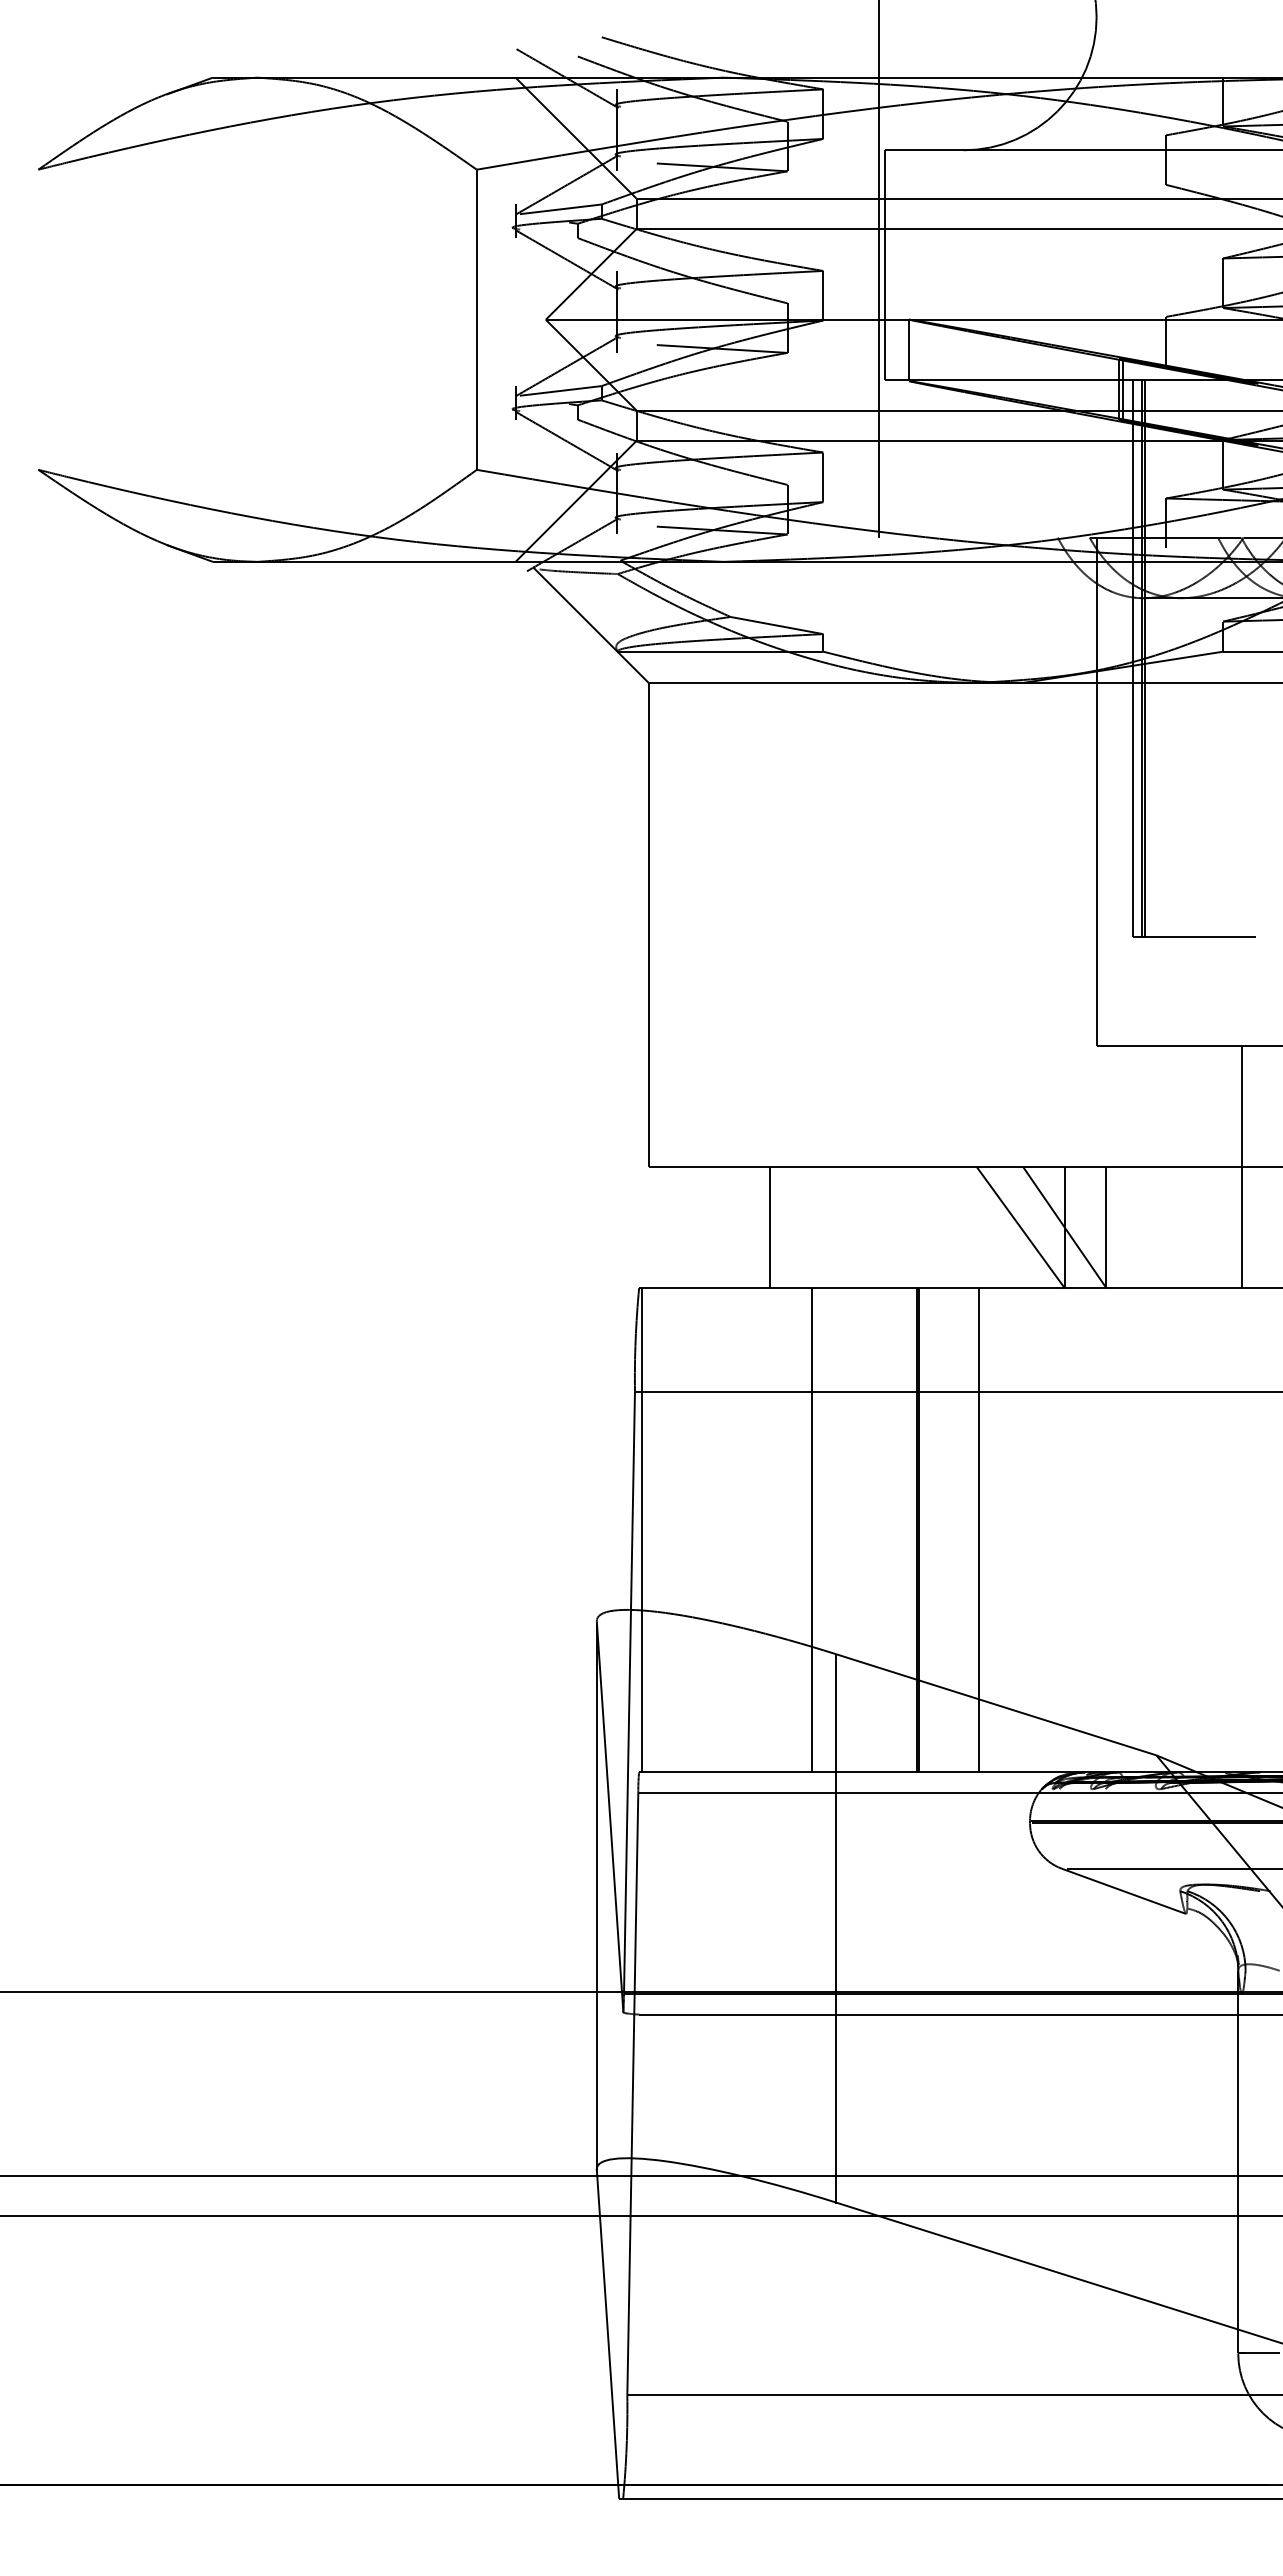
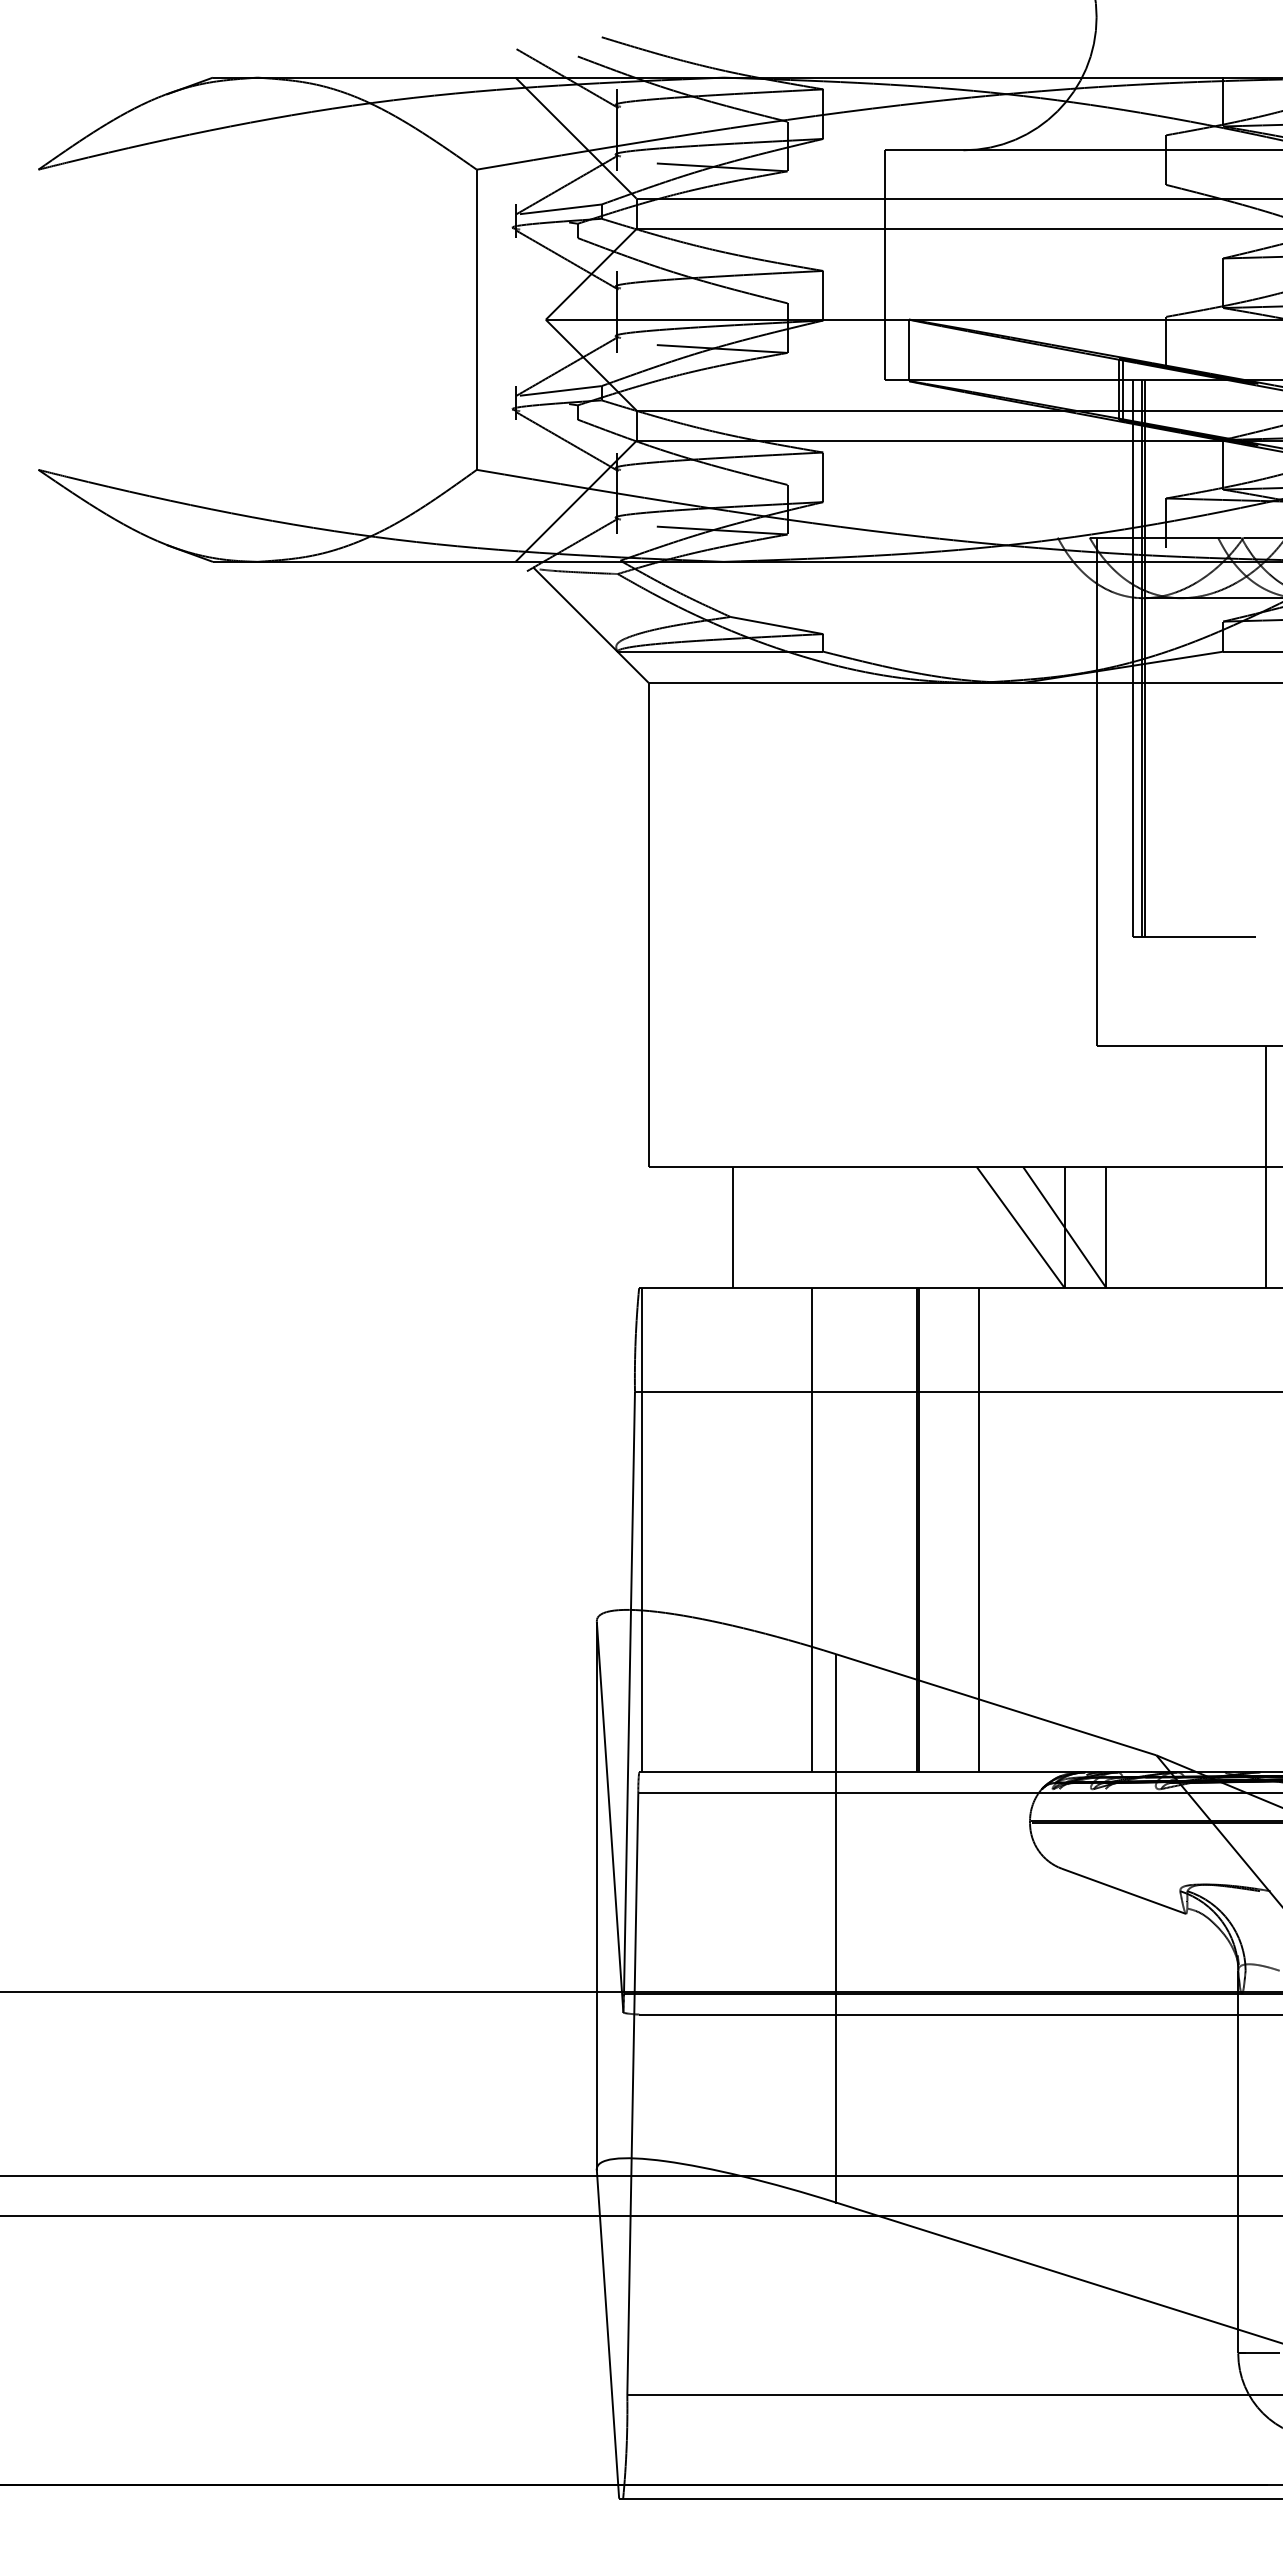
line at (878, 269): present -> none
line at (1241, 1167) position: (1241, 1167) -> (1265, 1167)
line at (769, 1227) position: (769, 1227) -> (732, 1227)
line at (1172, 1868): present -> none
